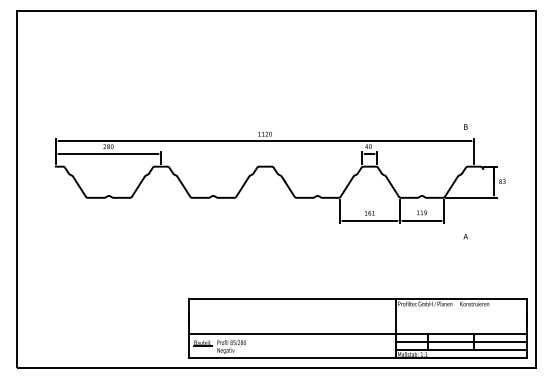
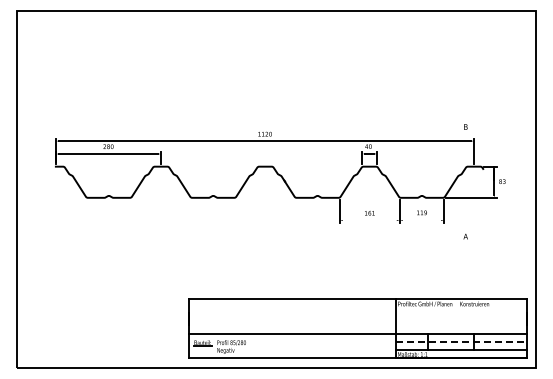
line at (369, 220): present -> none
line at (421, 220): present -> none
line at (461, 342): solid -> dashed
